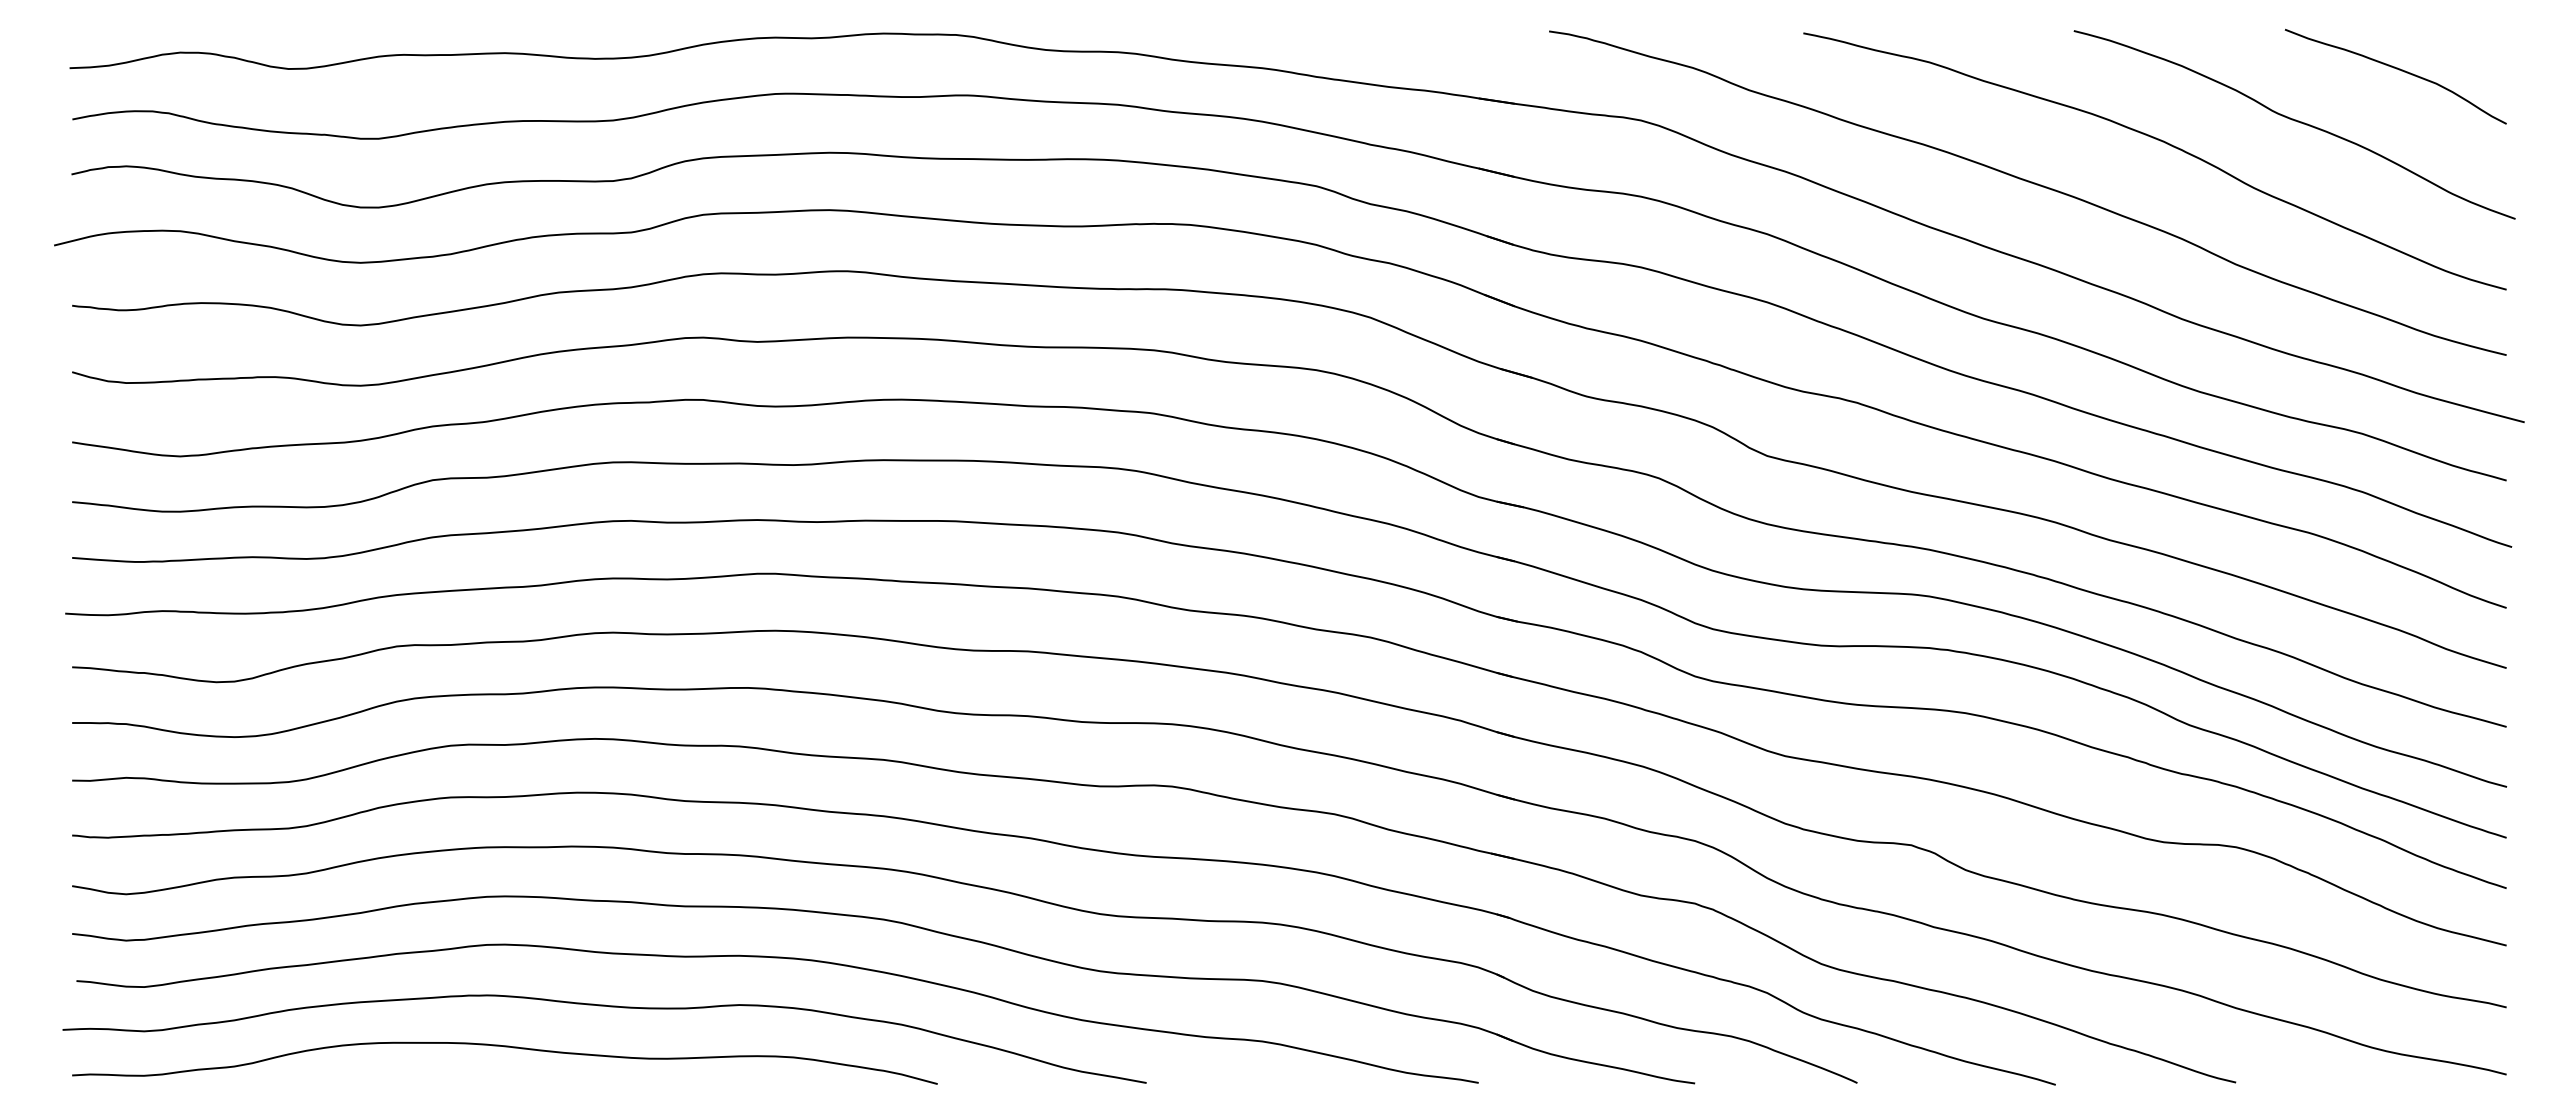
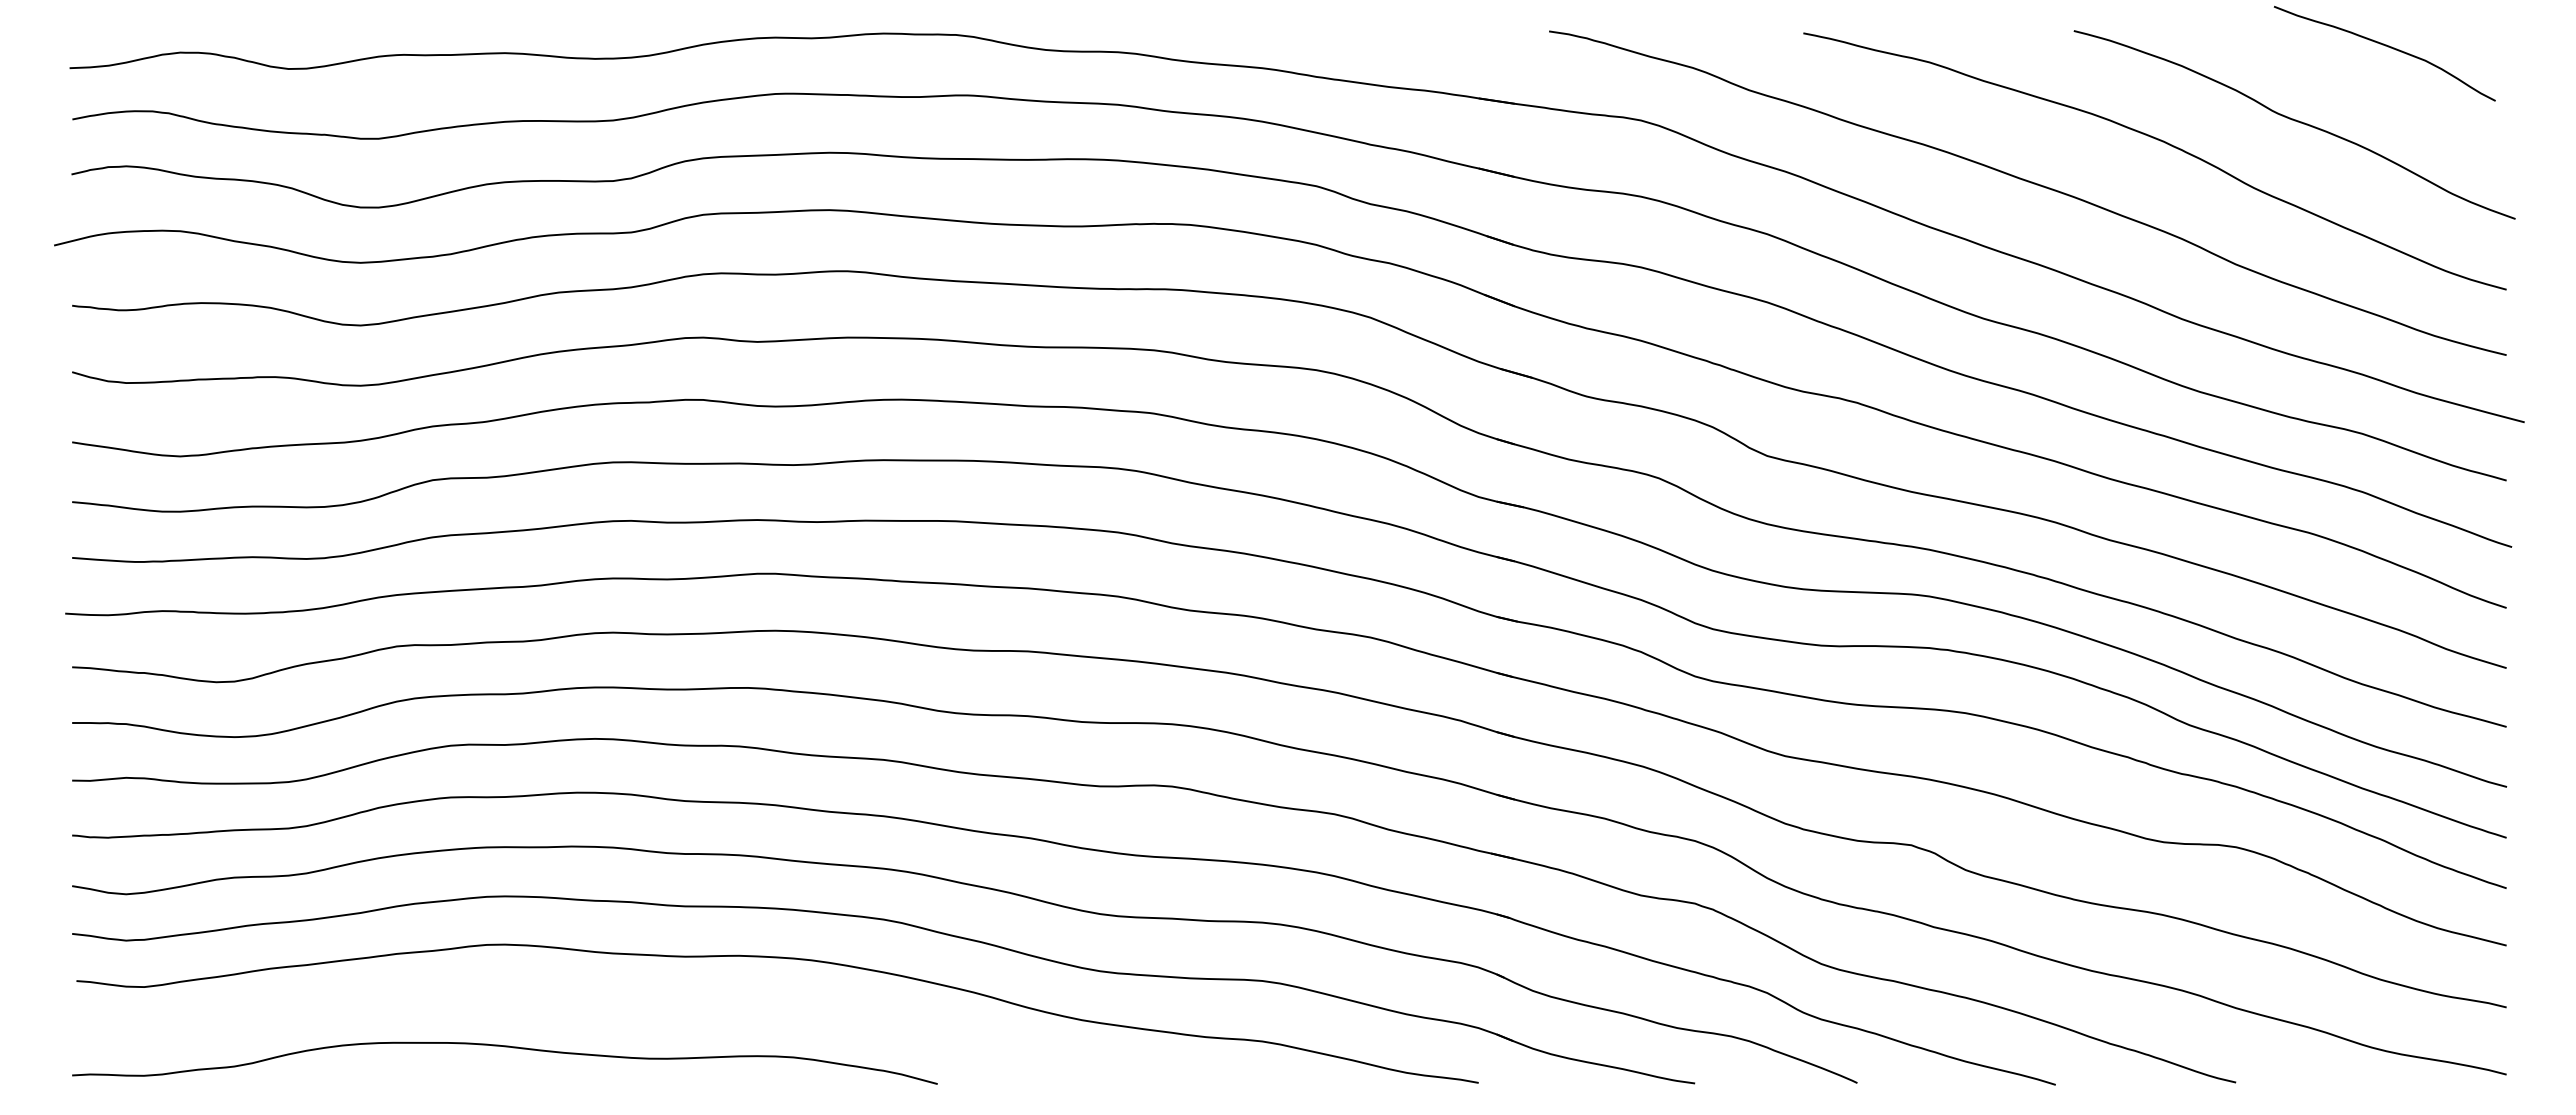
curve at (2396, 69) position: (2396, 69) -> (2385, 46)
curve at (609, 1007): present -> none
